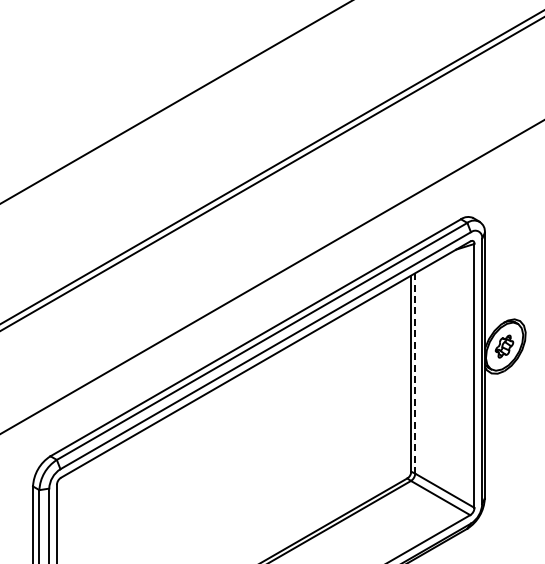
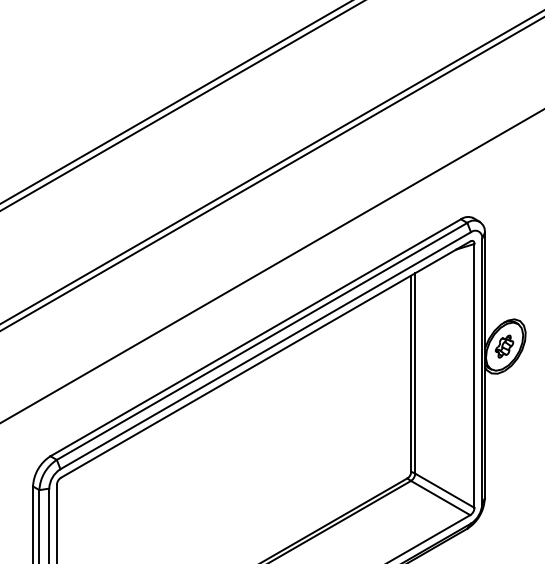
line at (182, 105): none -> present
line at (271, 276) position: (271, 276) -> (271, 265)
line at (415, 373): dashed -> solid
